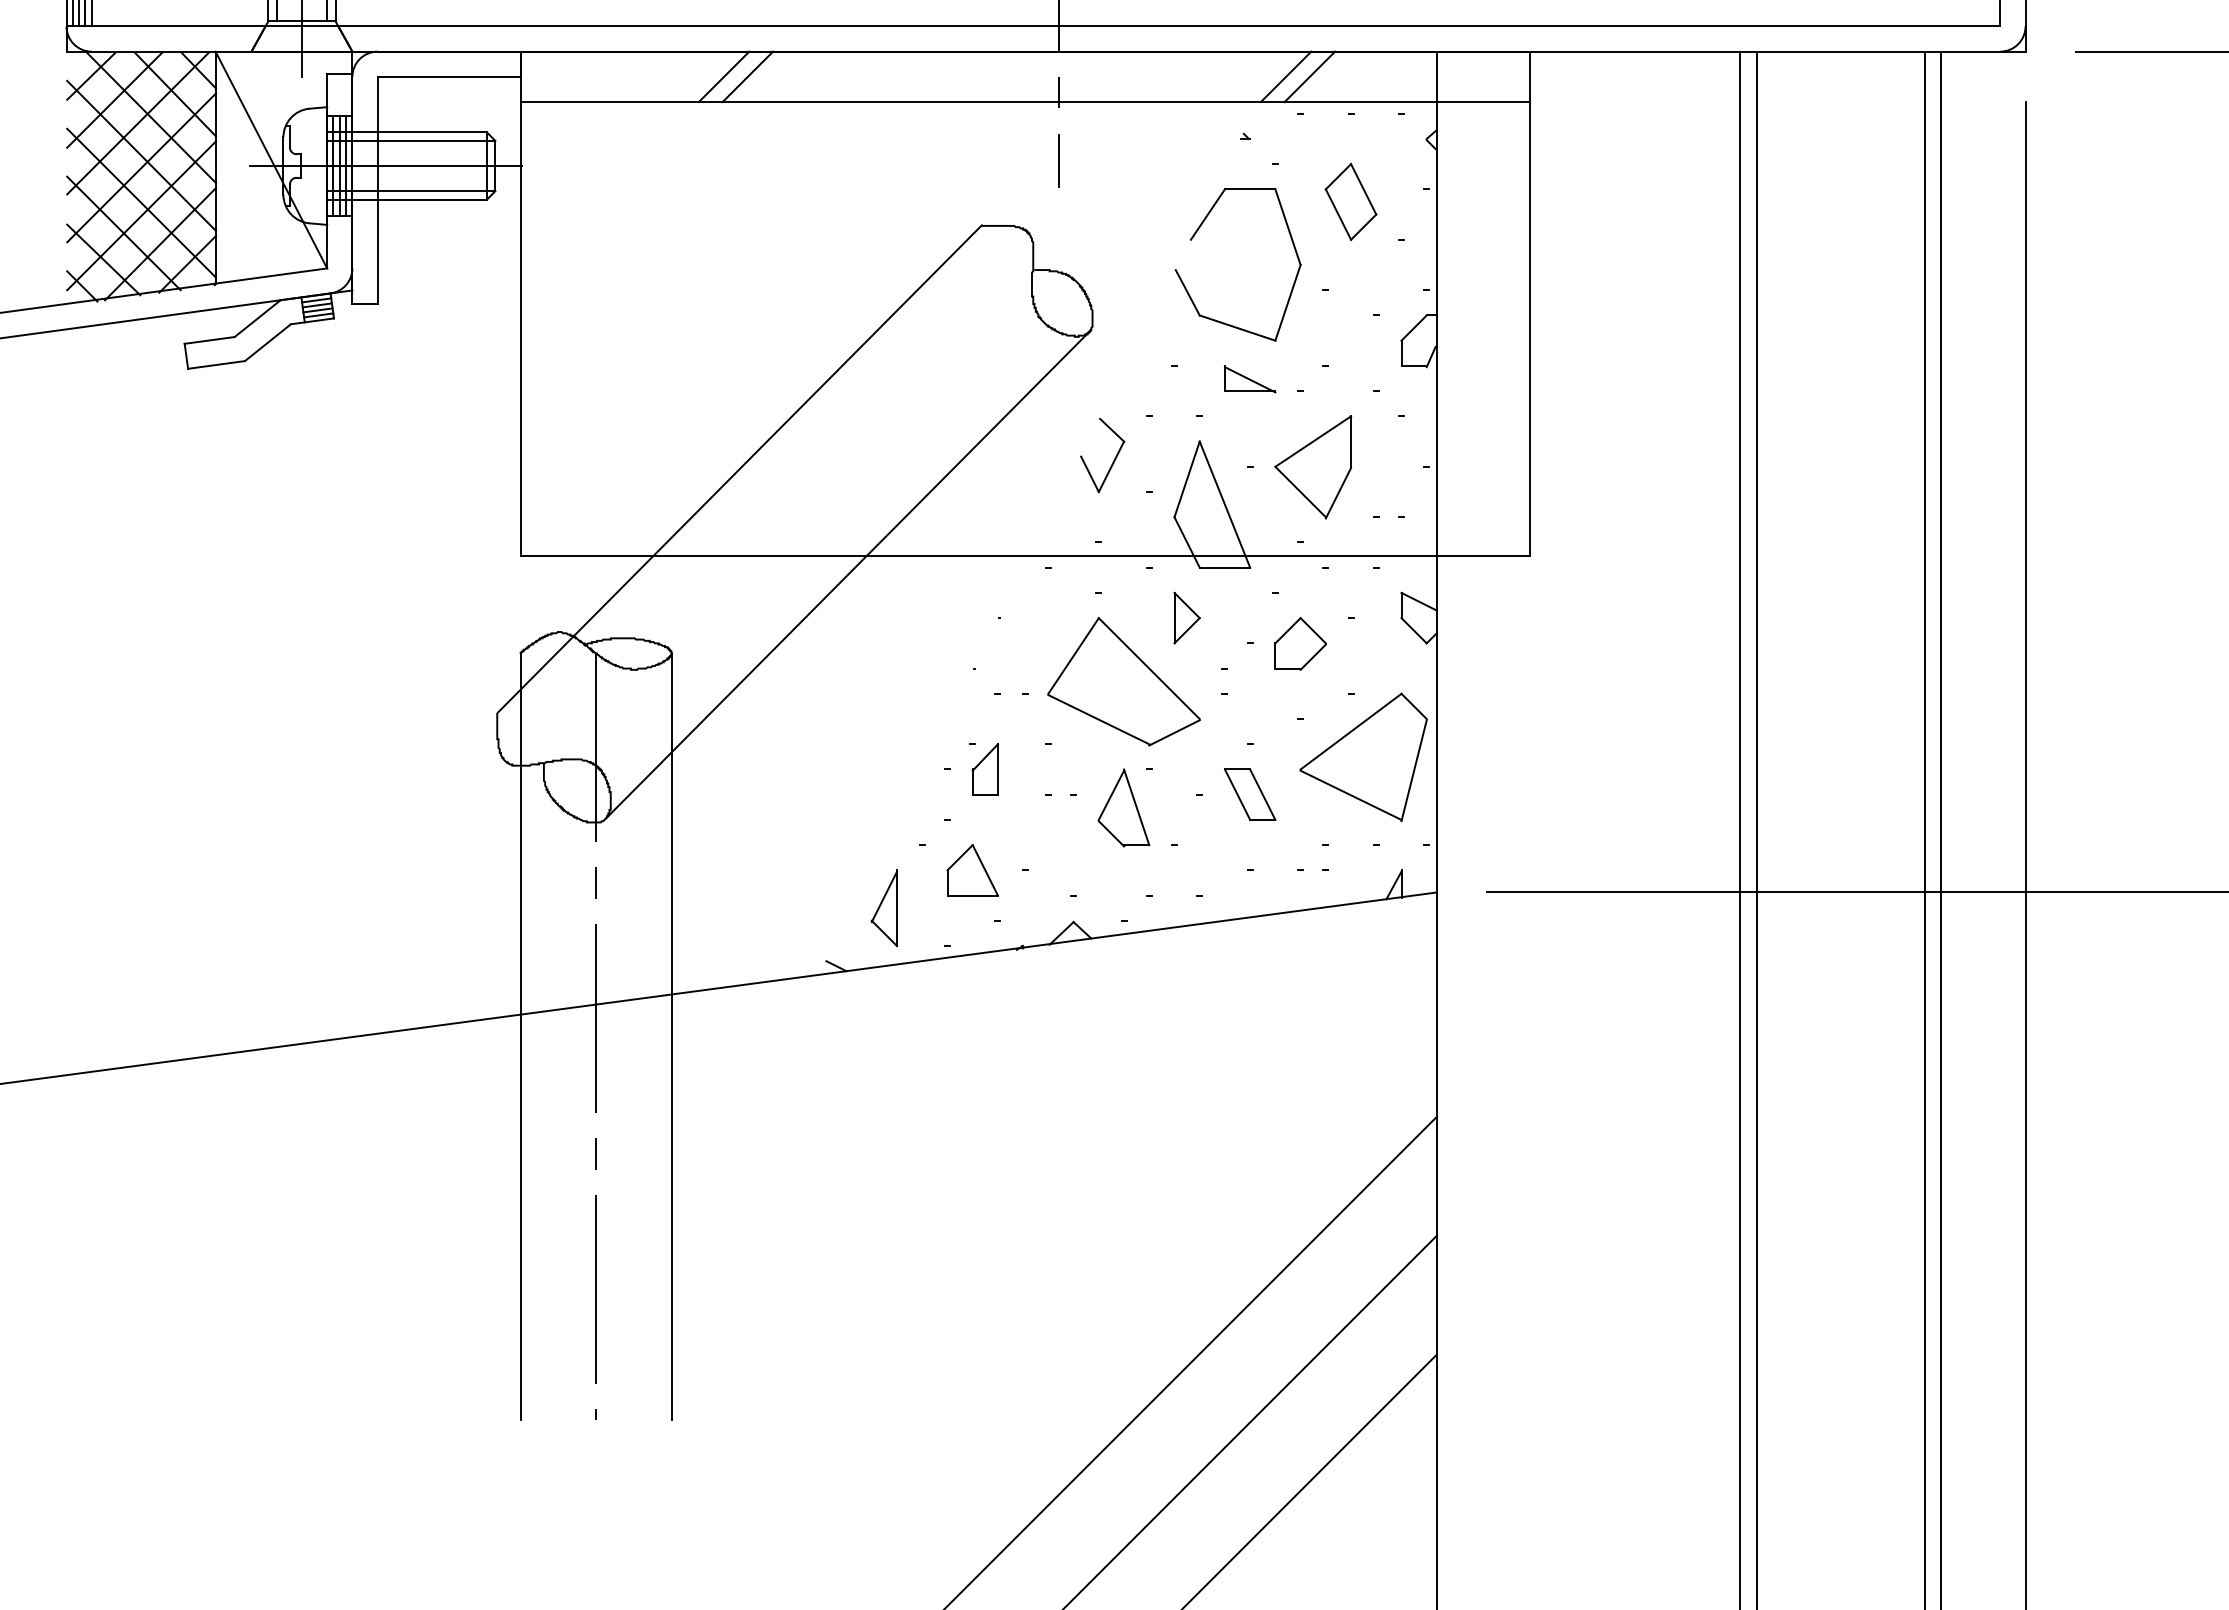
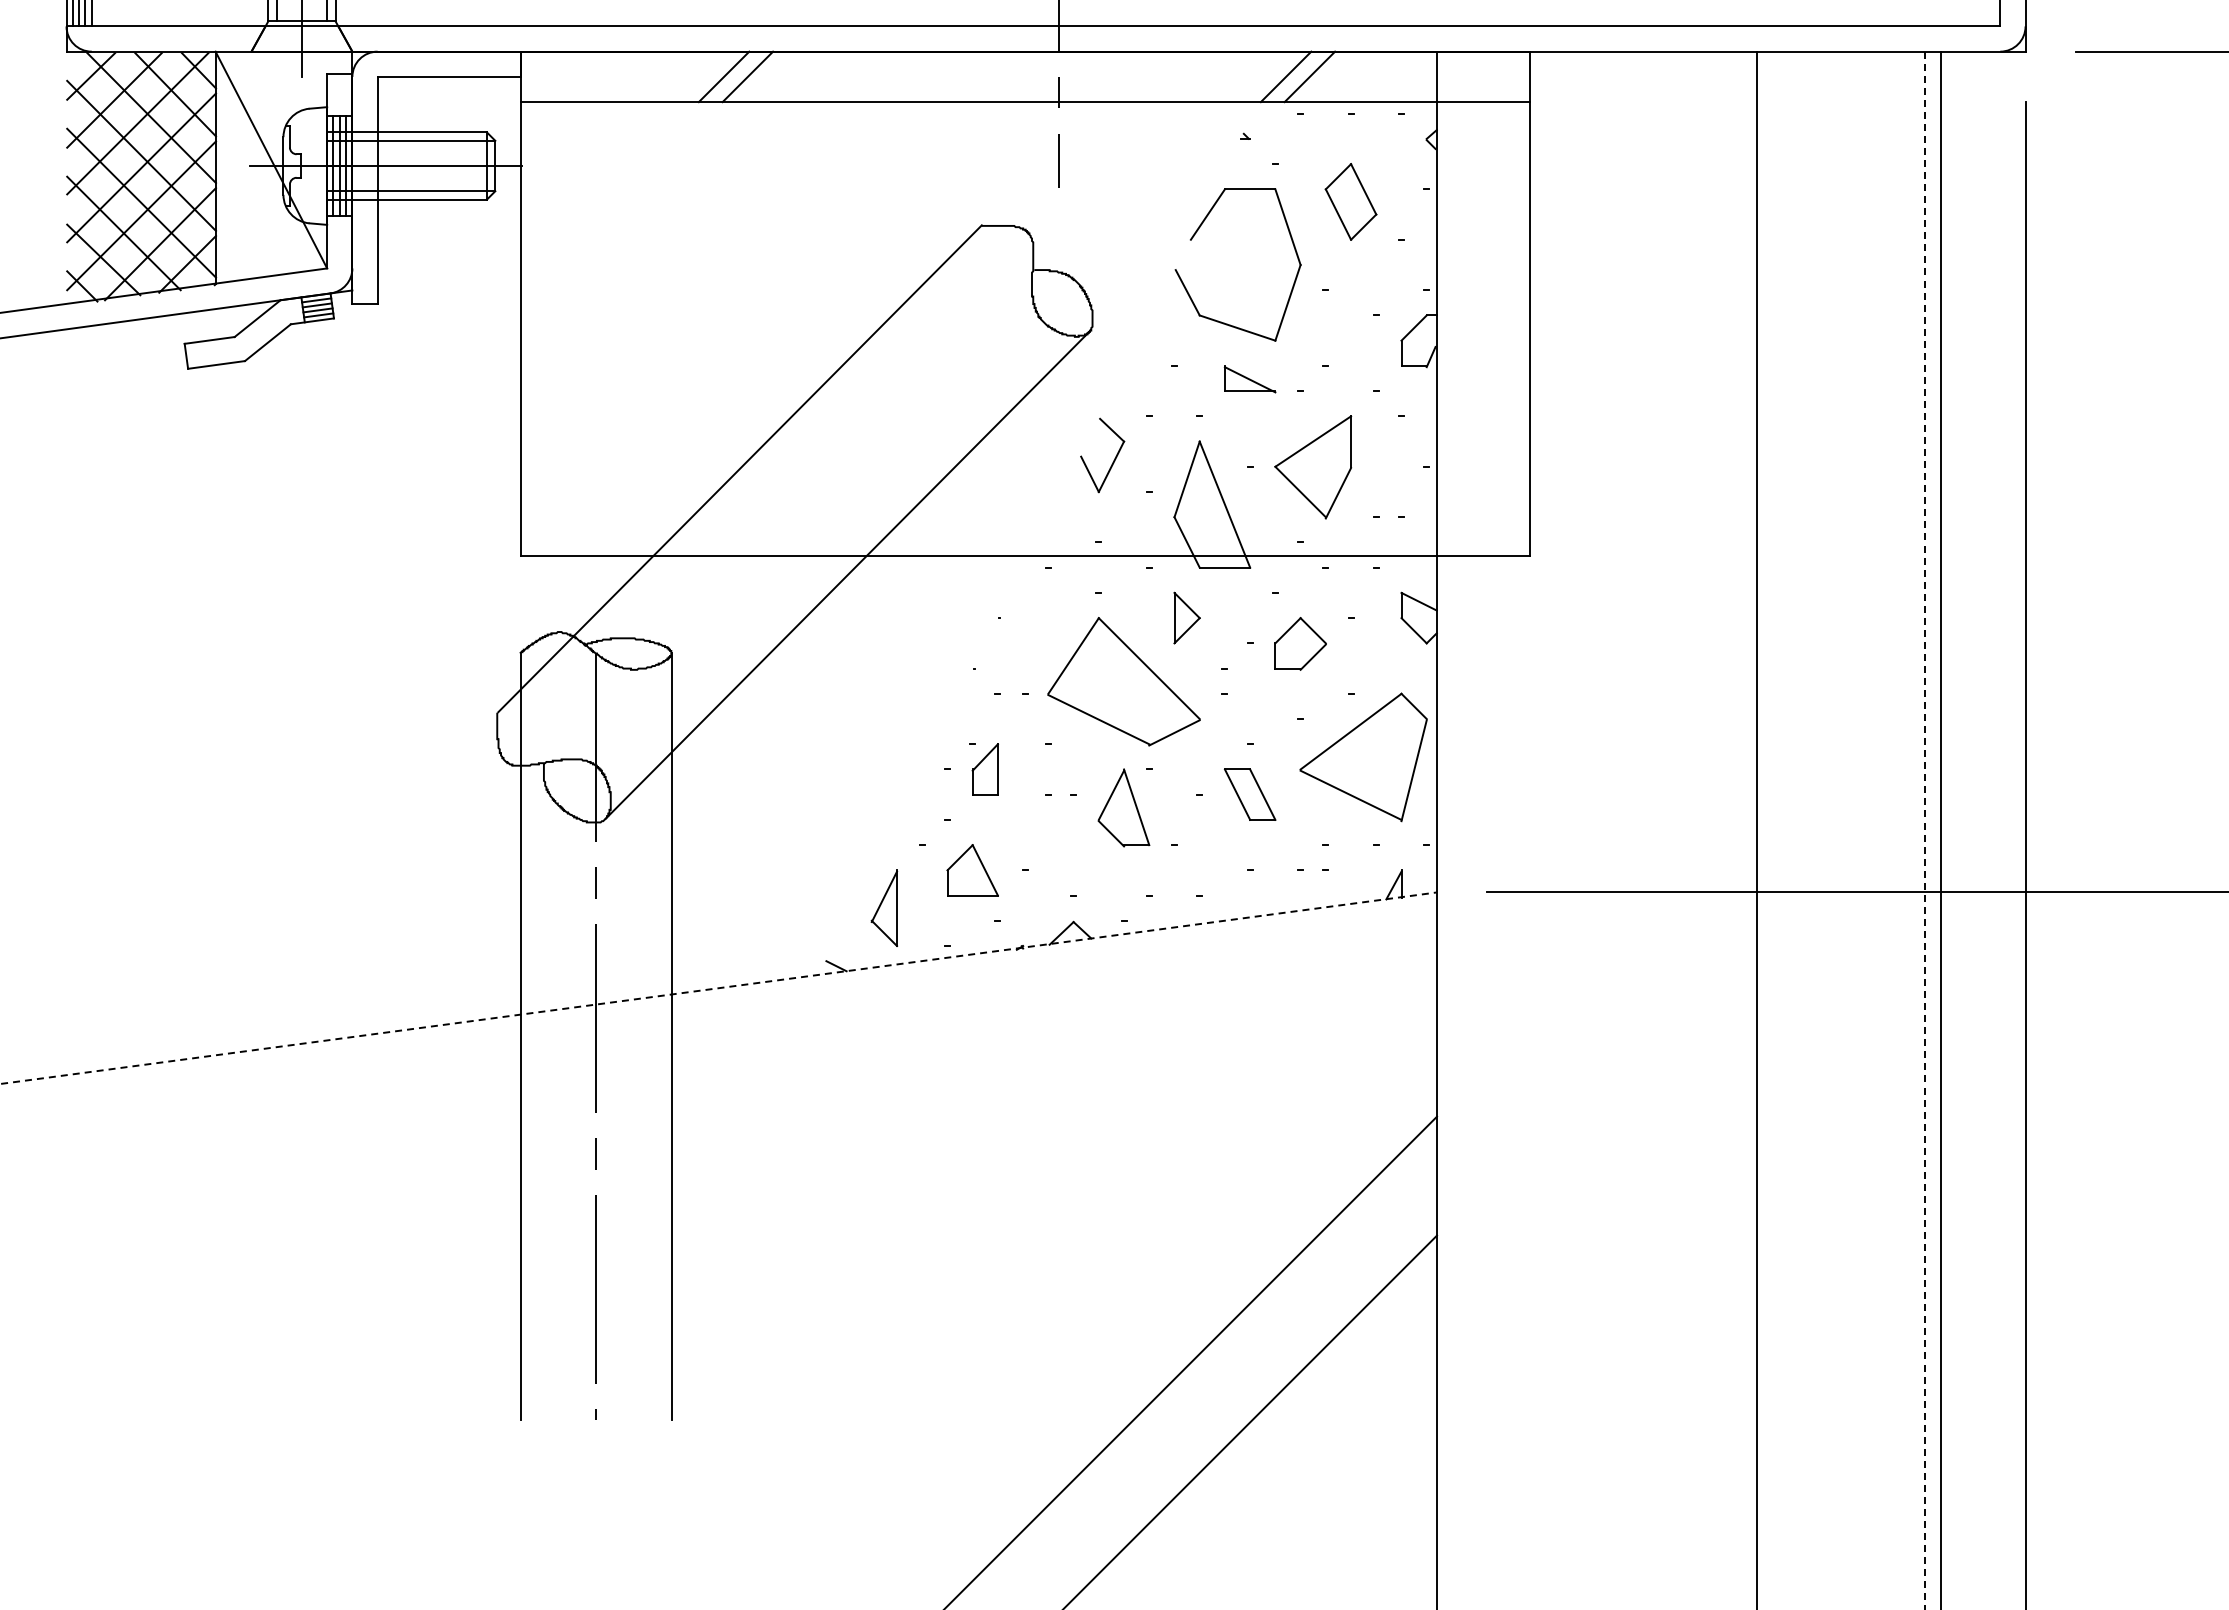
line at (1739, 828): present -> none
line at (1924, 830): solid -> dashed
line at (719, 988): solid -> dashed
line at (1311, 1480): present -> none
